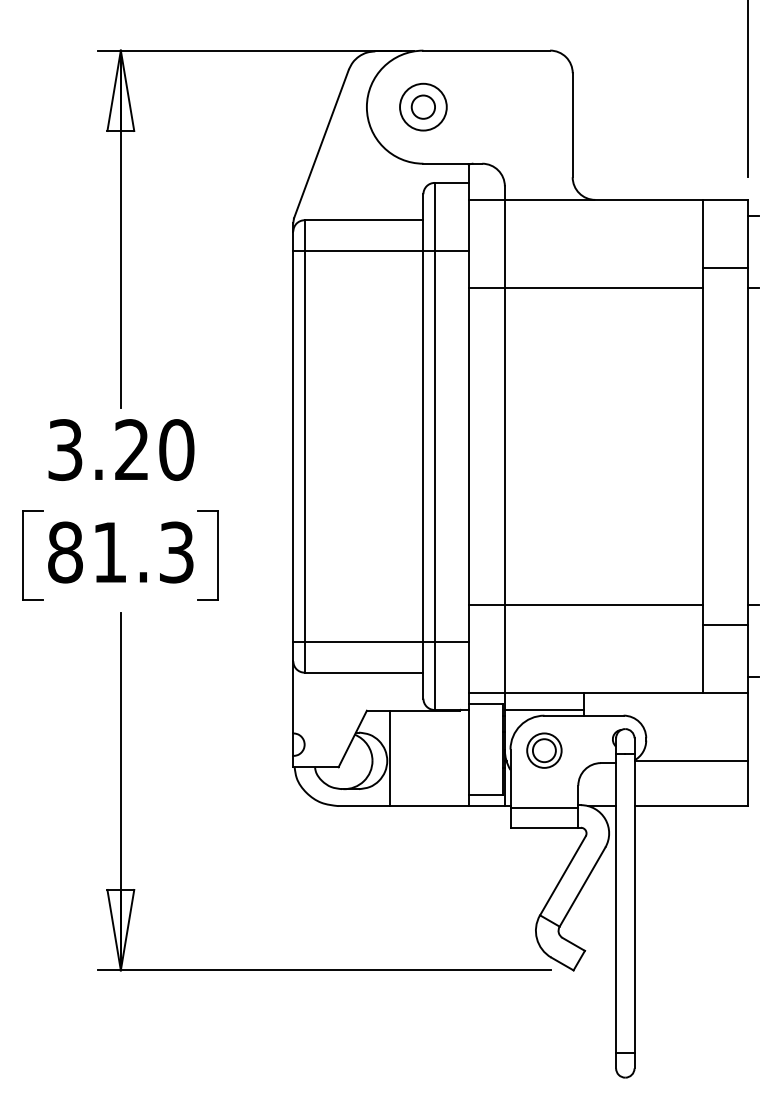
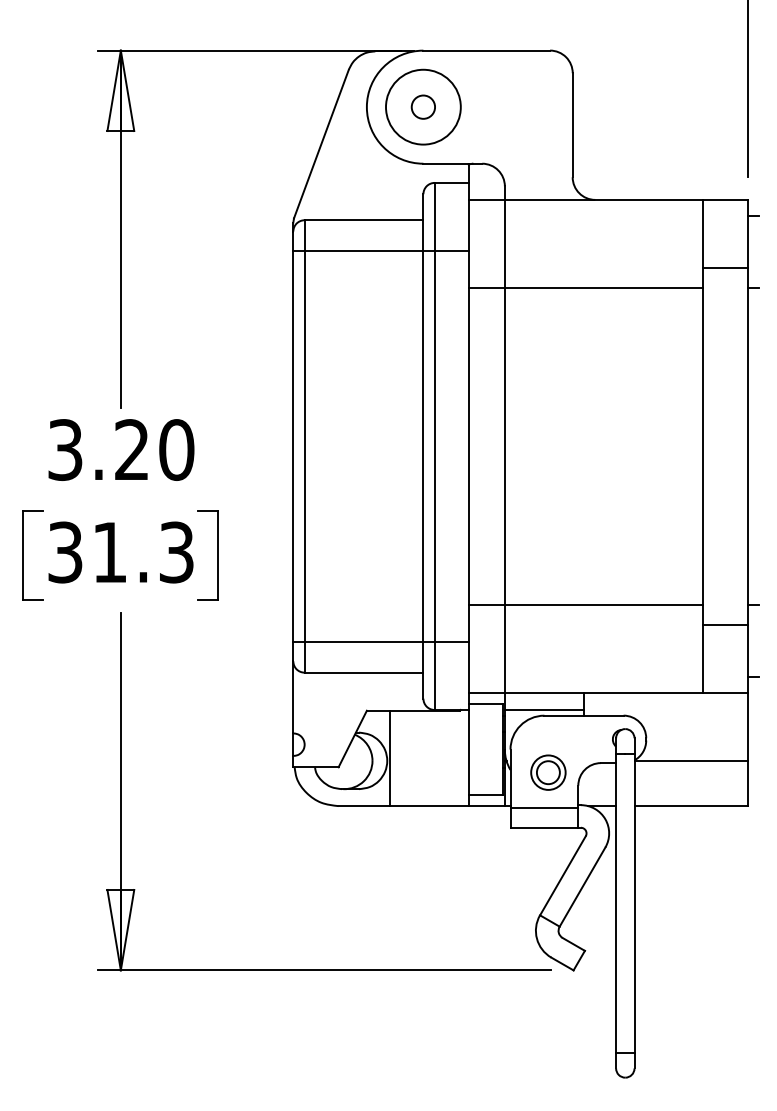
circle at (423, 106) diameter: 47 px -> 75 px
text at (65, 552): 81.3 -> 31.3
part at (544, 750) position: (544, 750) -> (548, 772)
